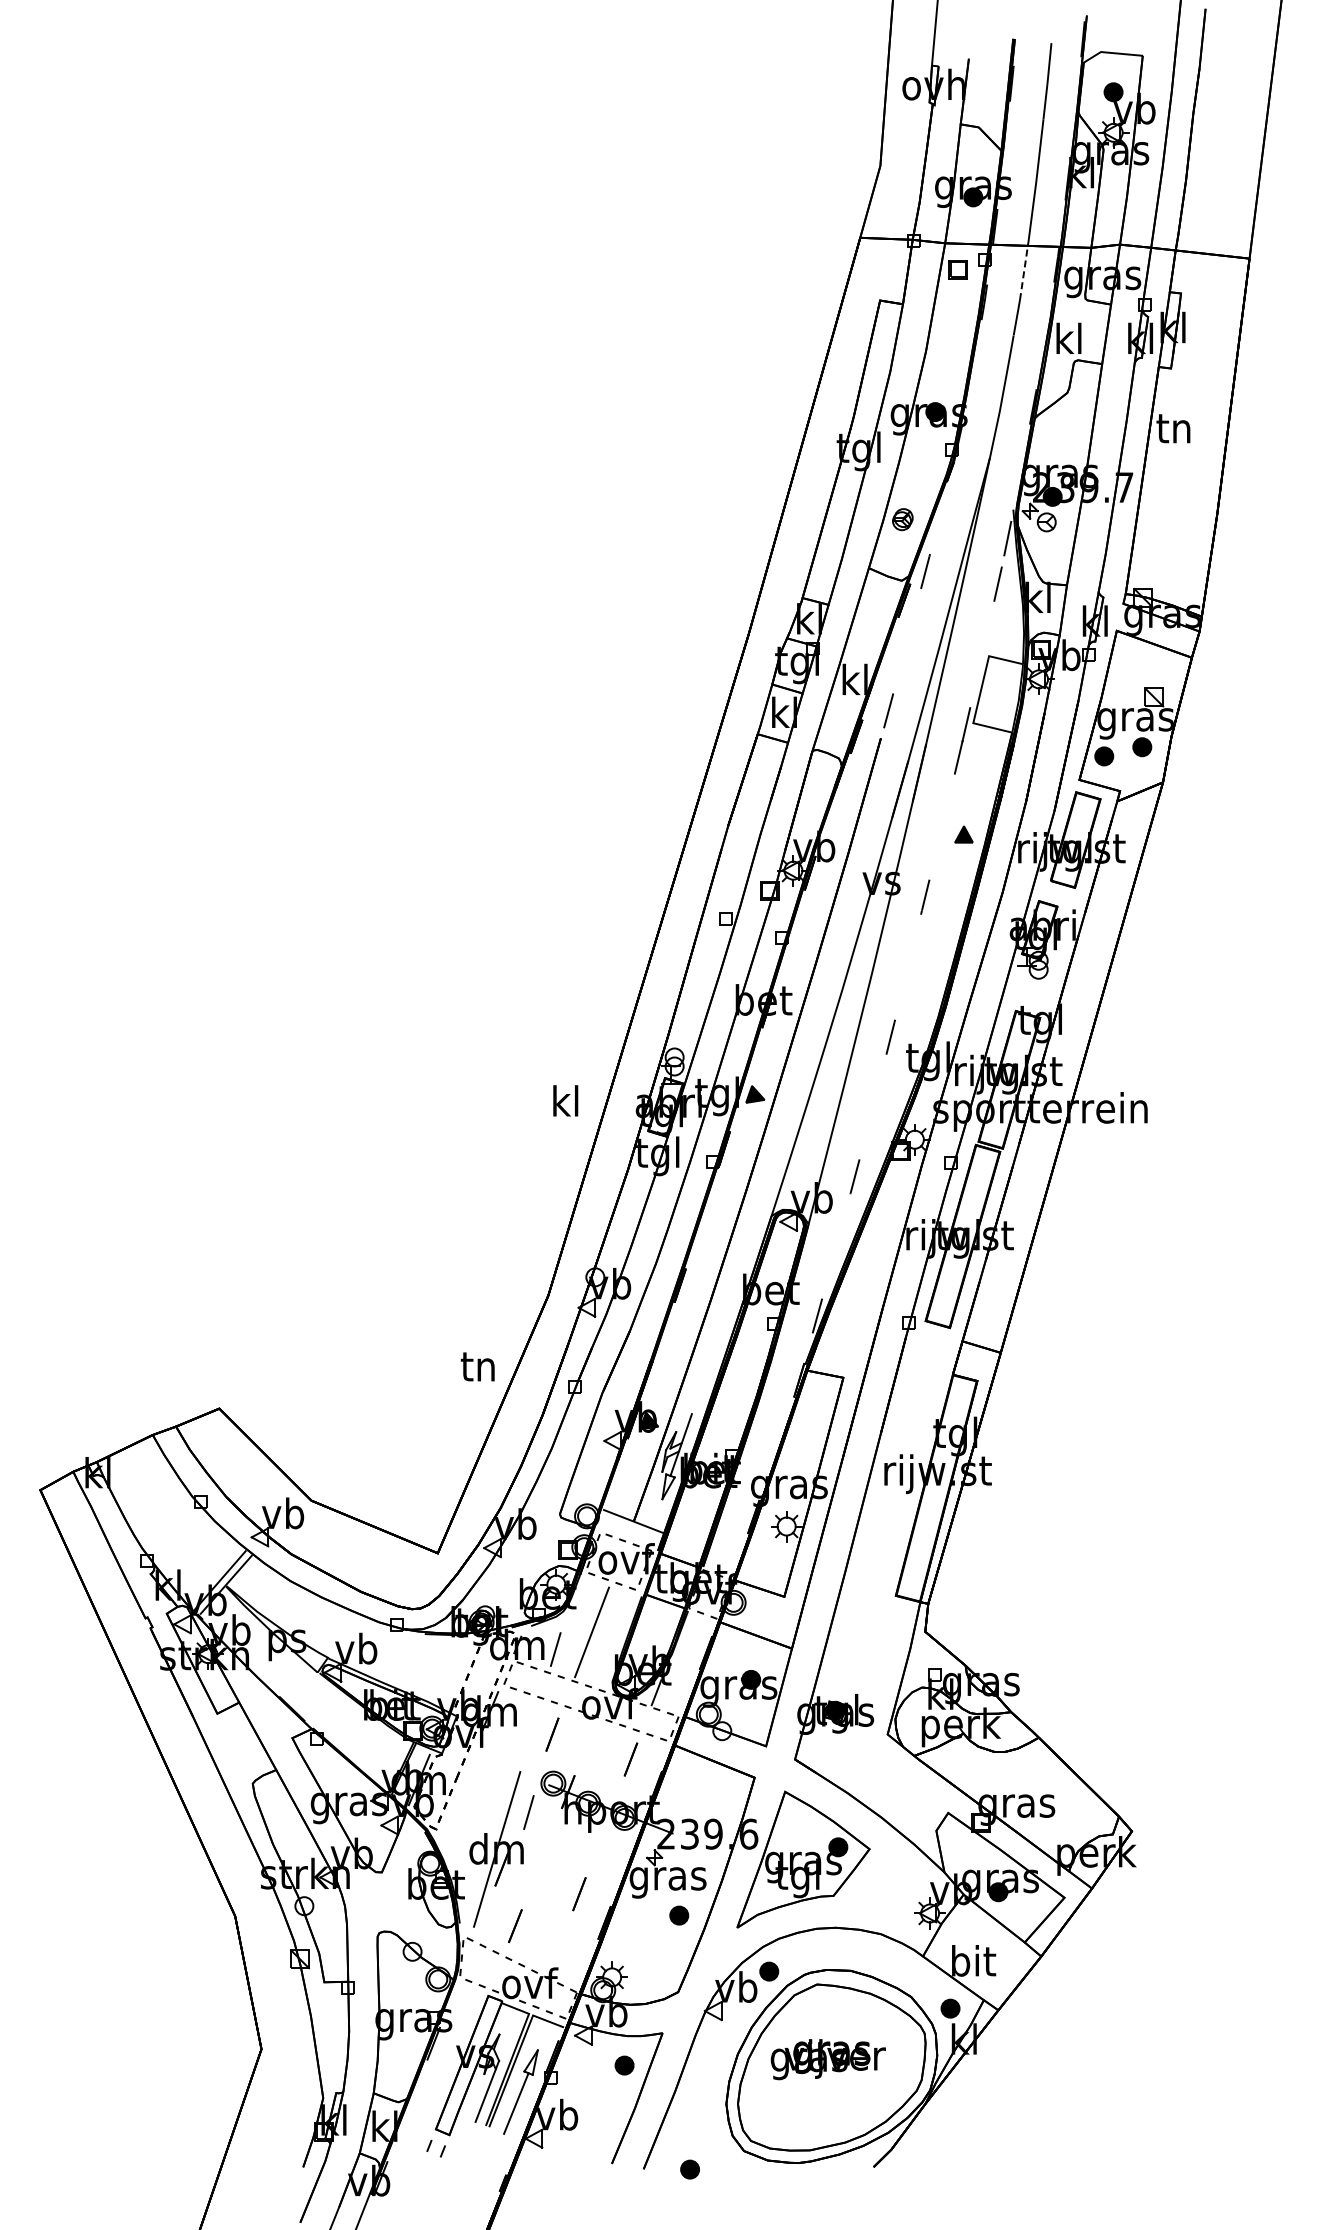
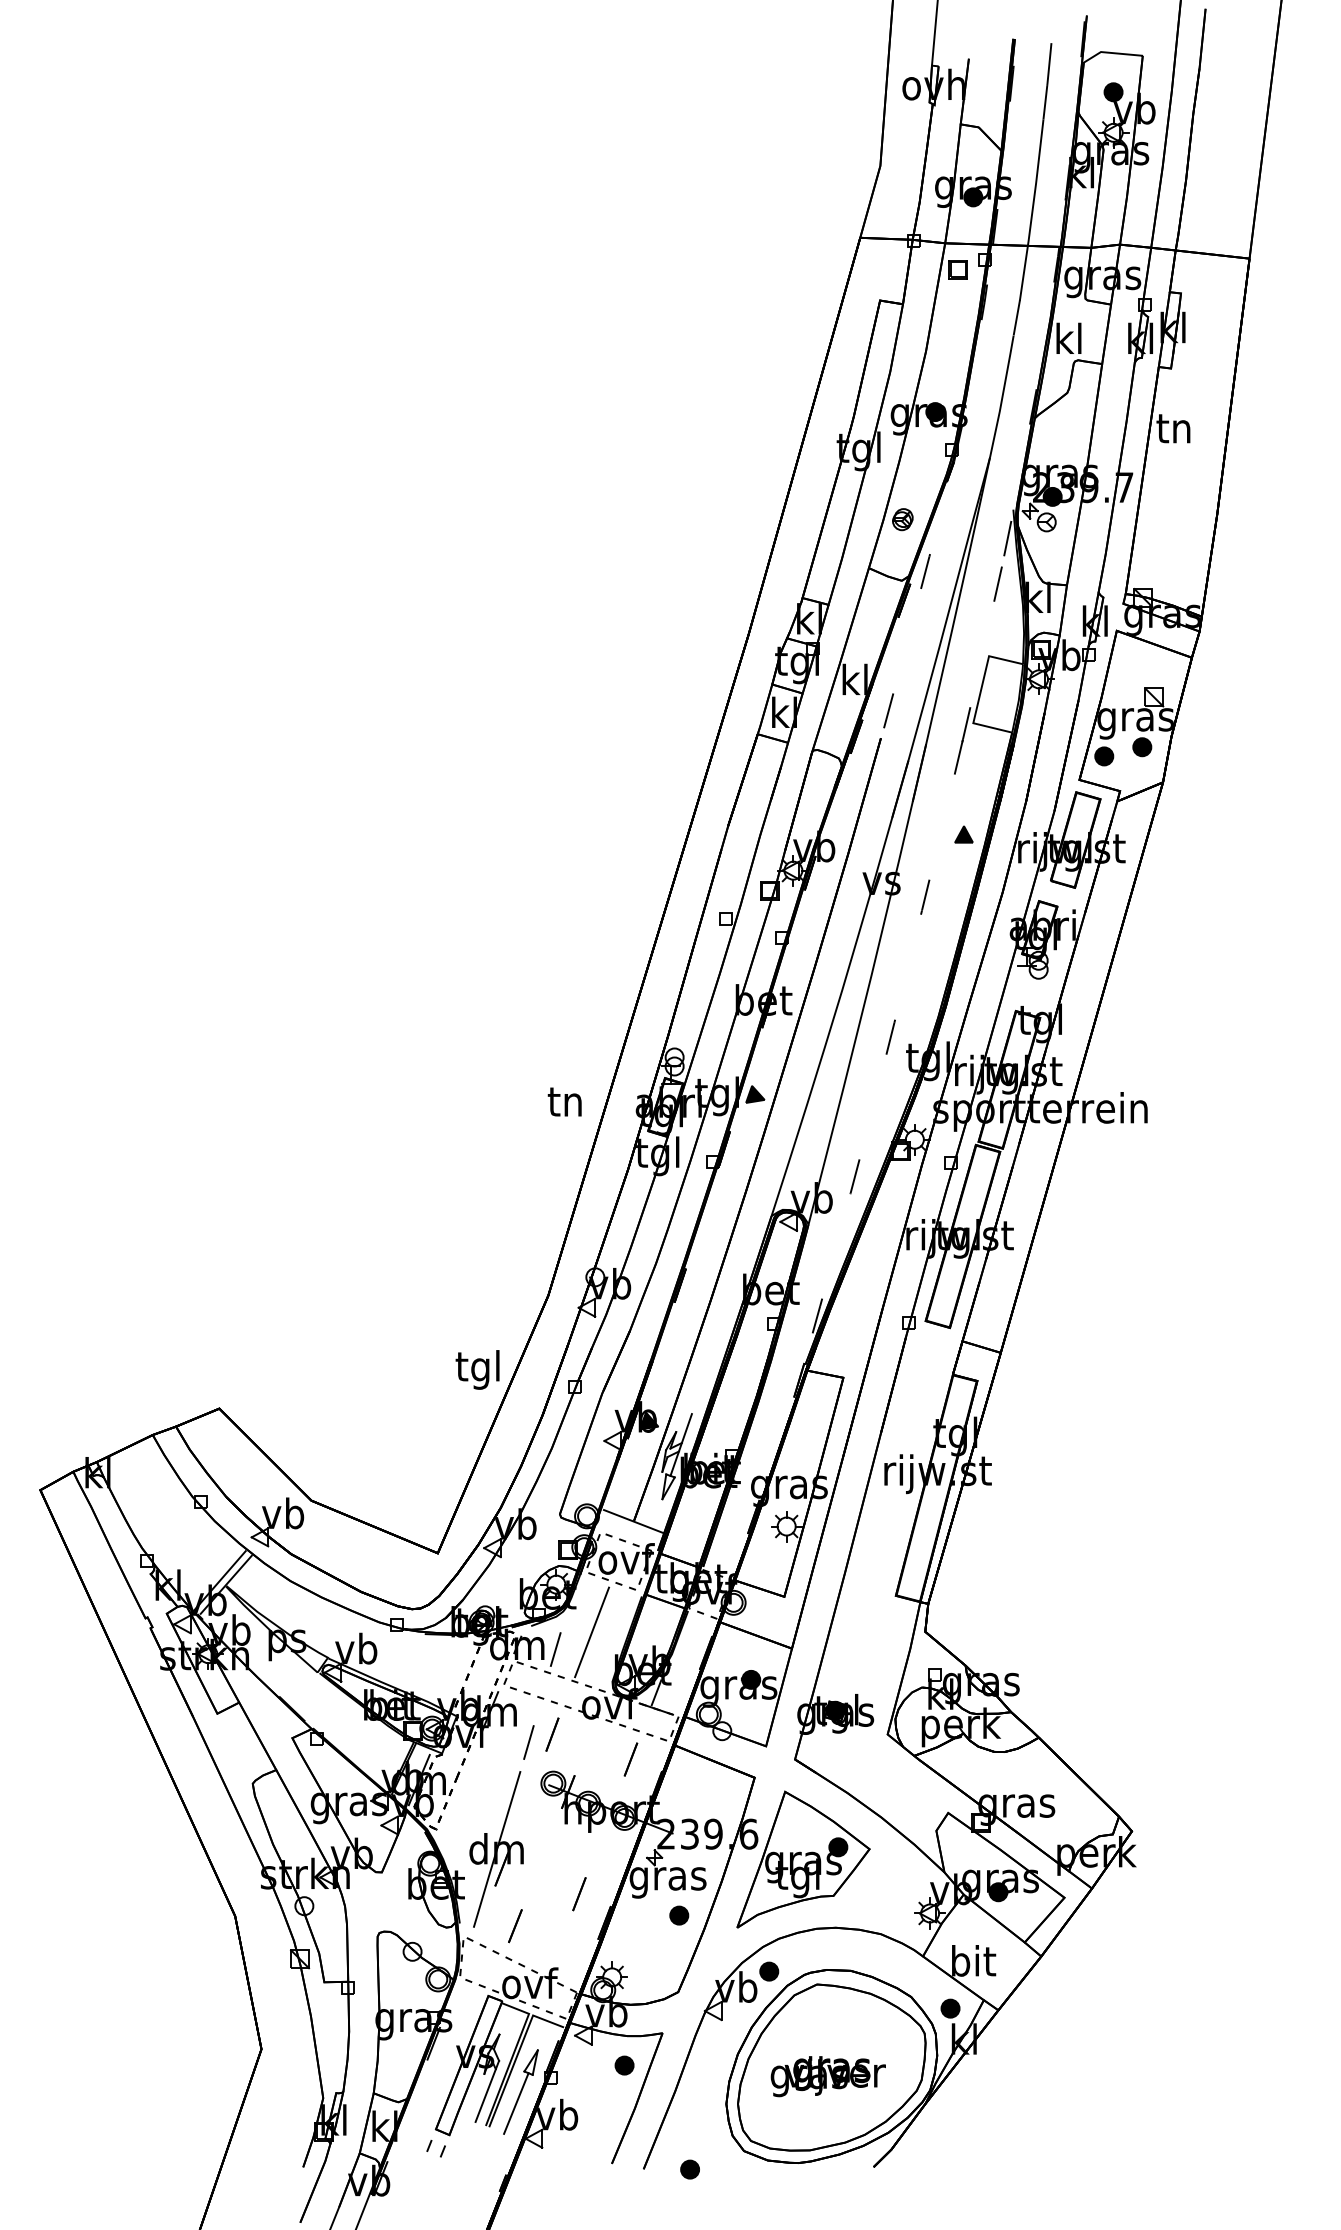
line at (1024, 272): dashed -> solid
text at (564, 1100): kl -> tn
text at (477, 1369): tn -> tgl
line at (658, 1709): none -> present
line at (528, 1812) position: (528, 1812) -> (528, 1742)
text at (827, 2059) position: (827, 2059) -> (827, 2076)
